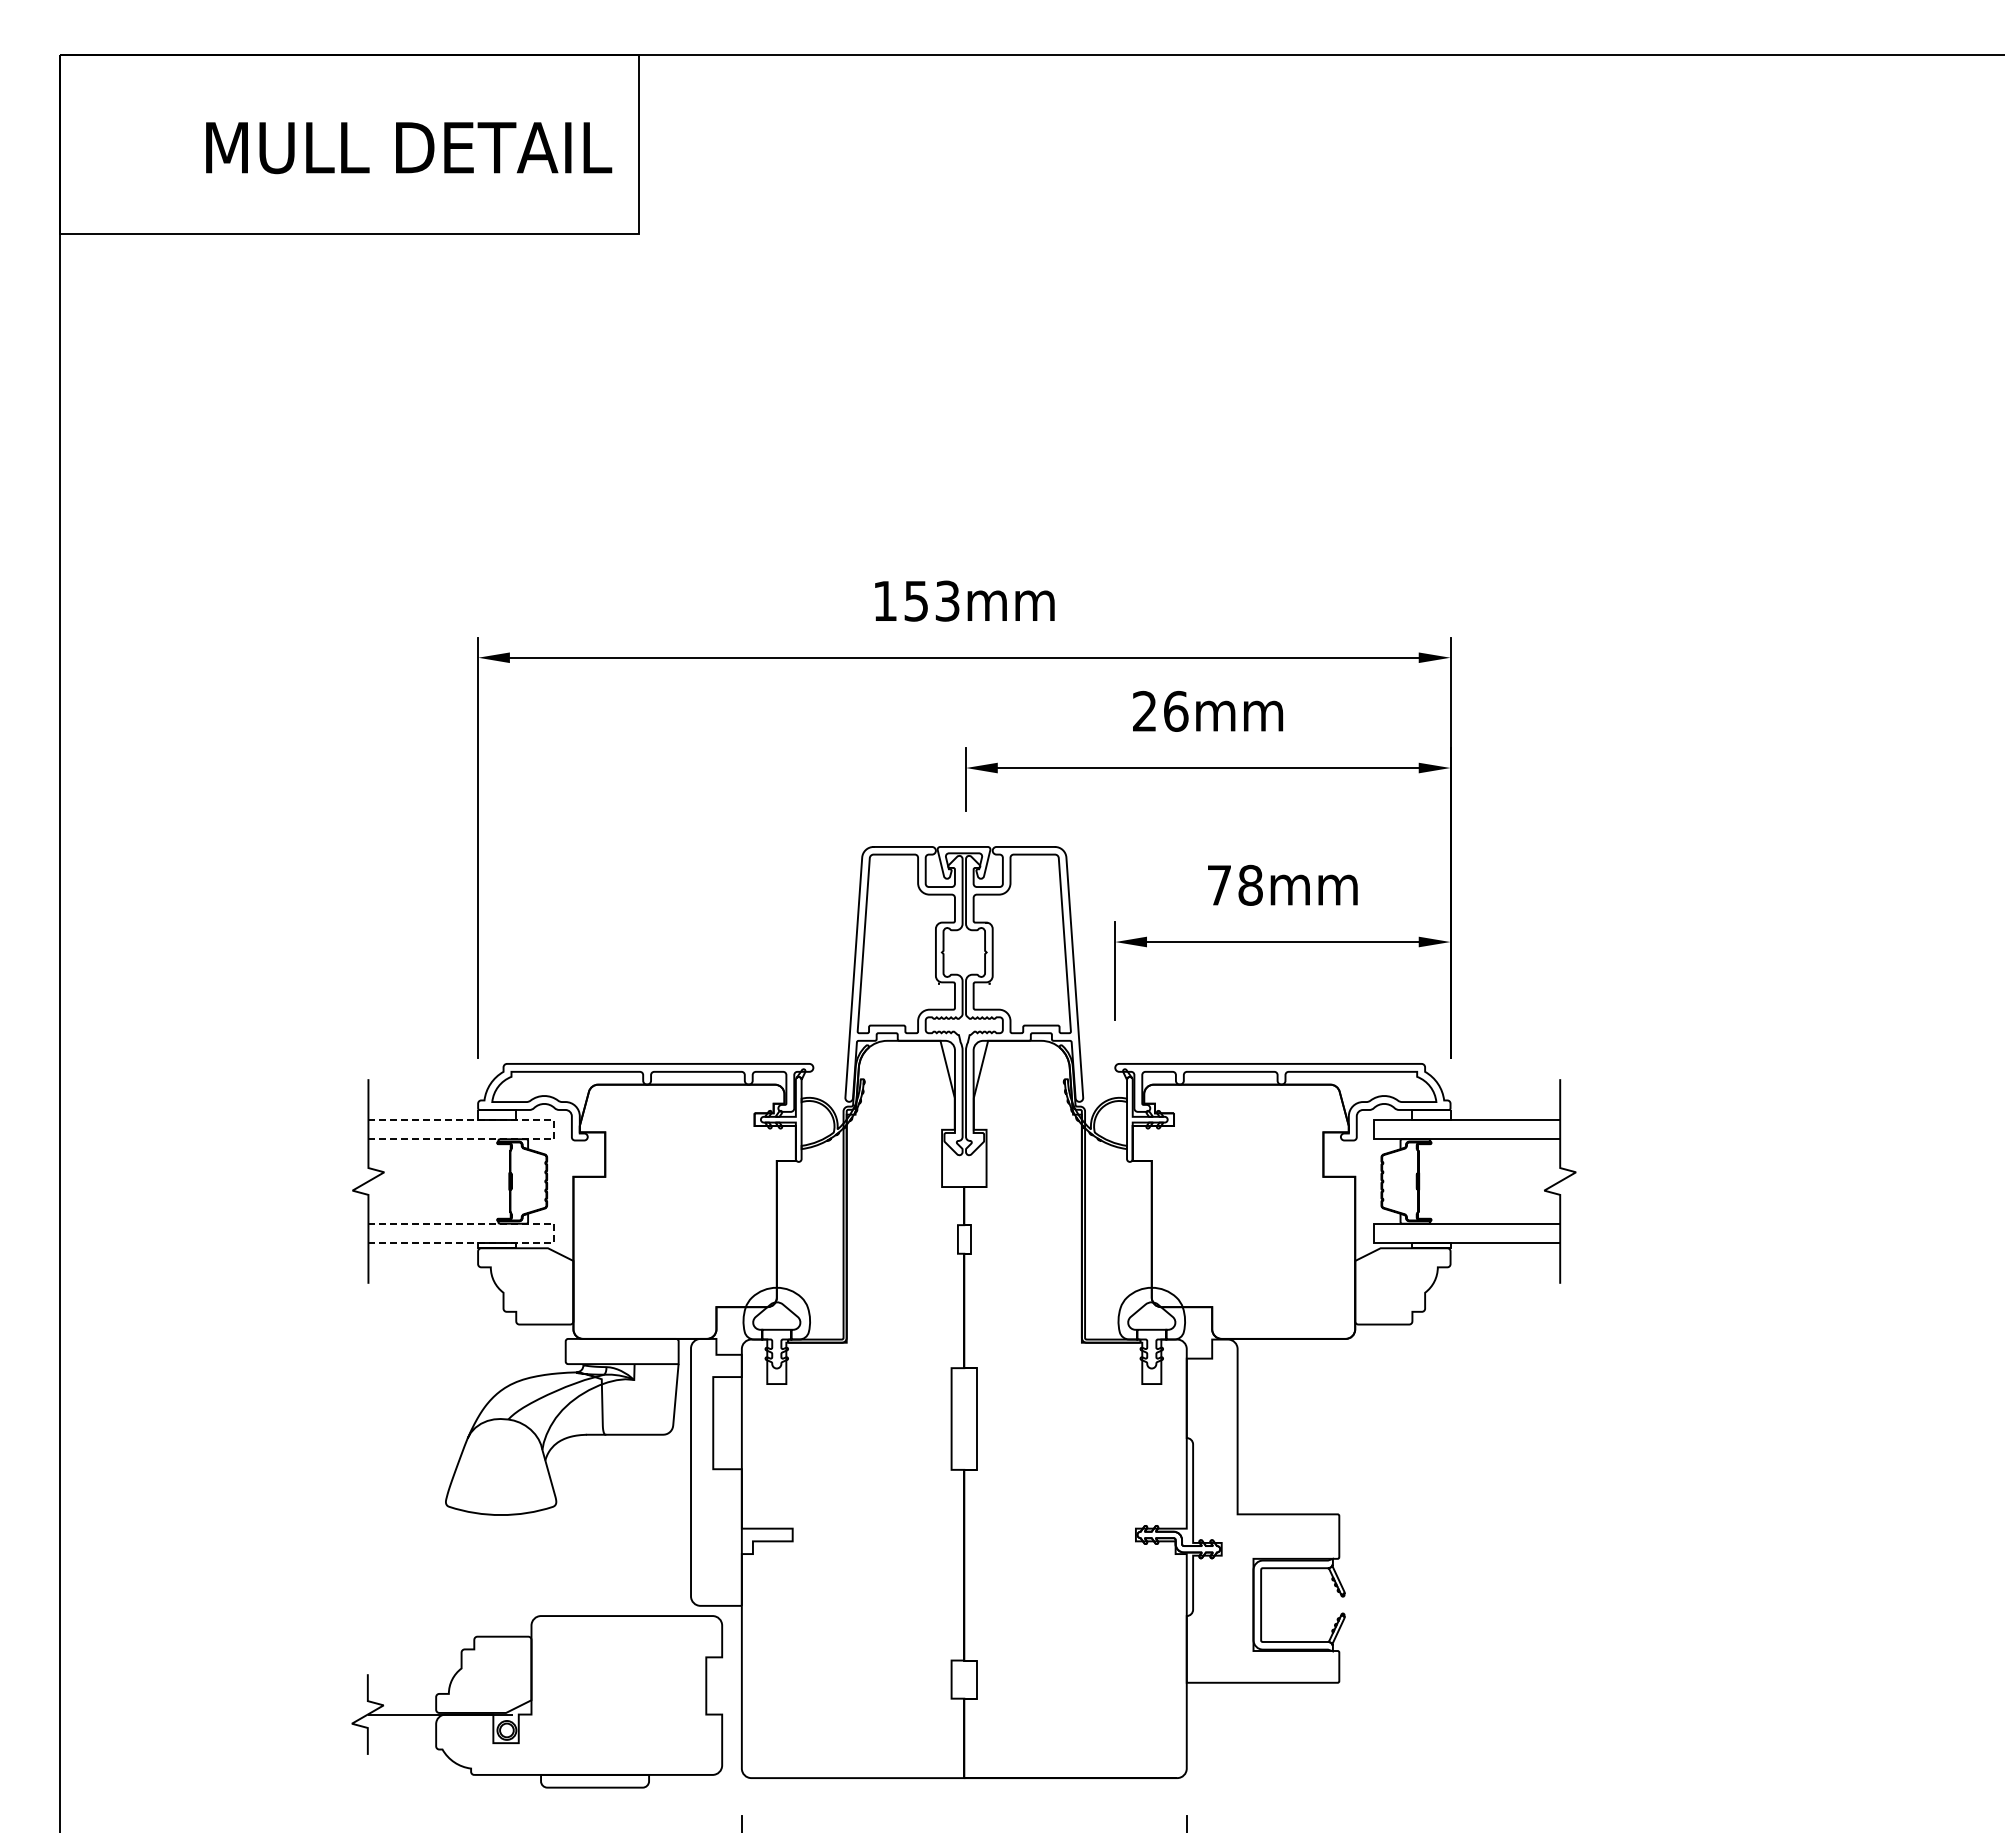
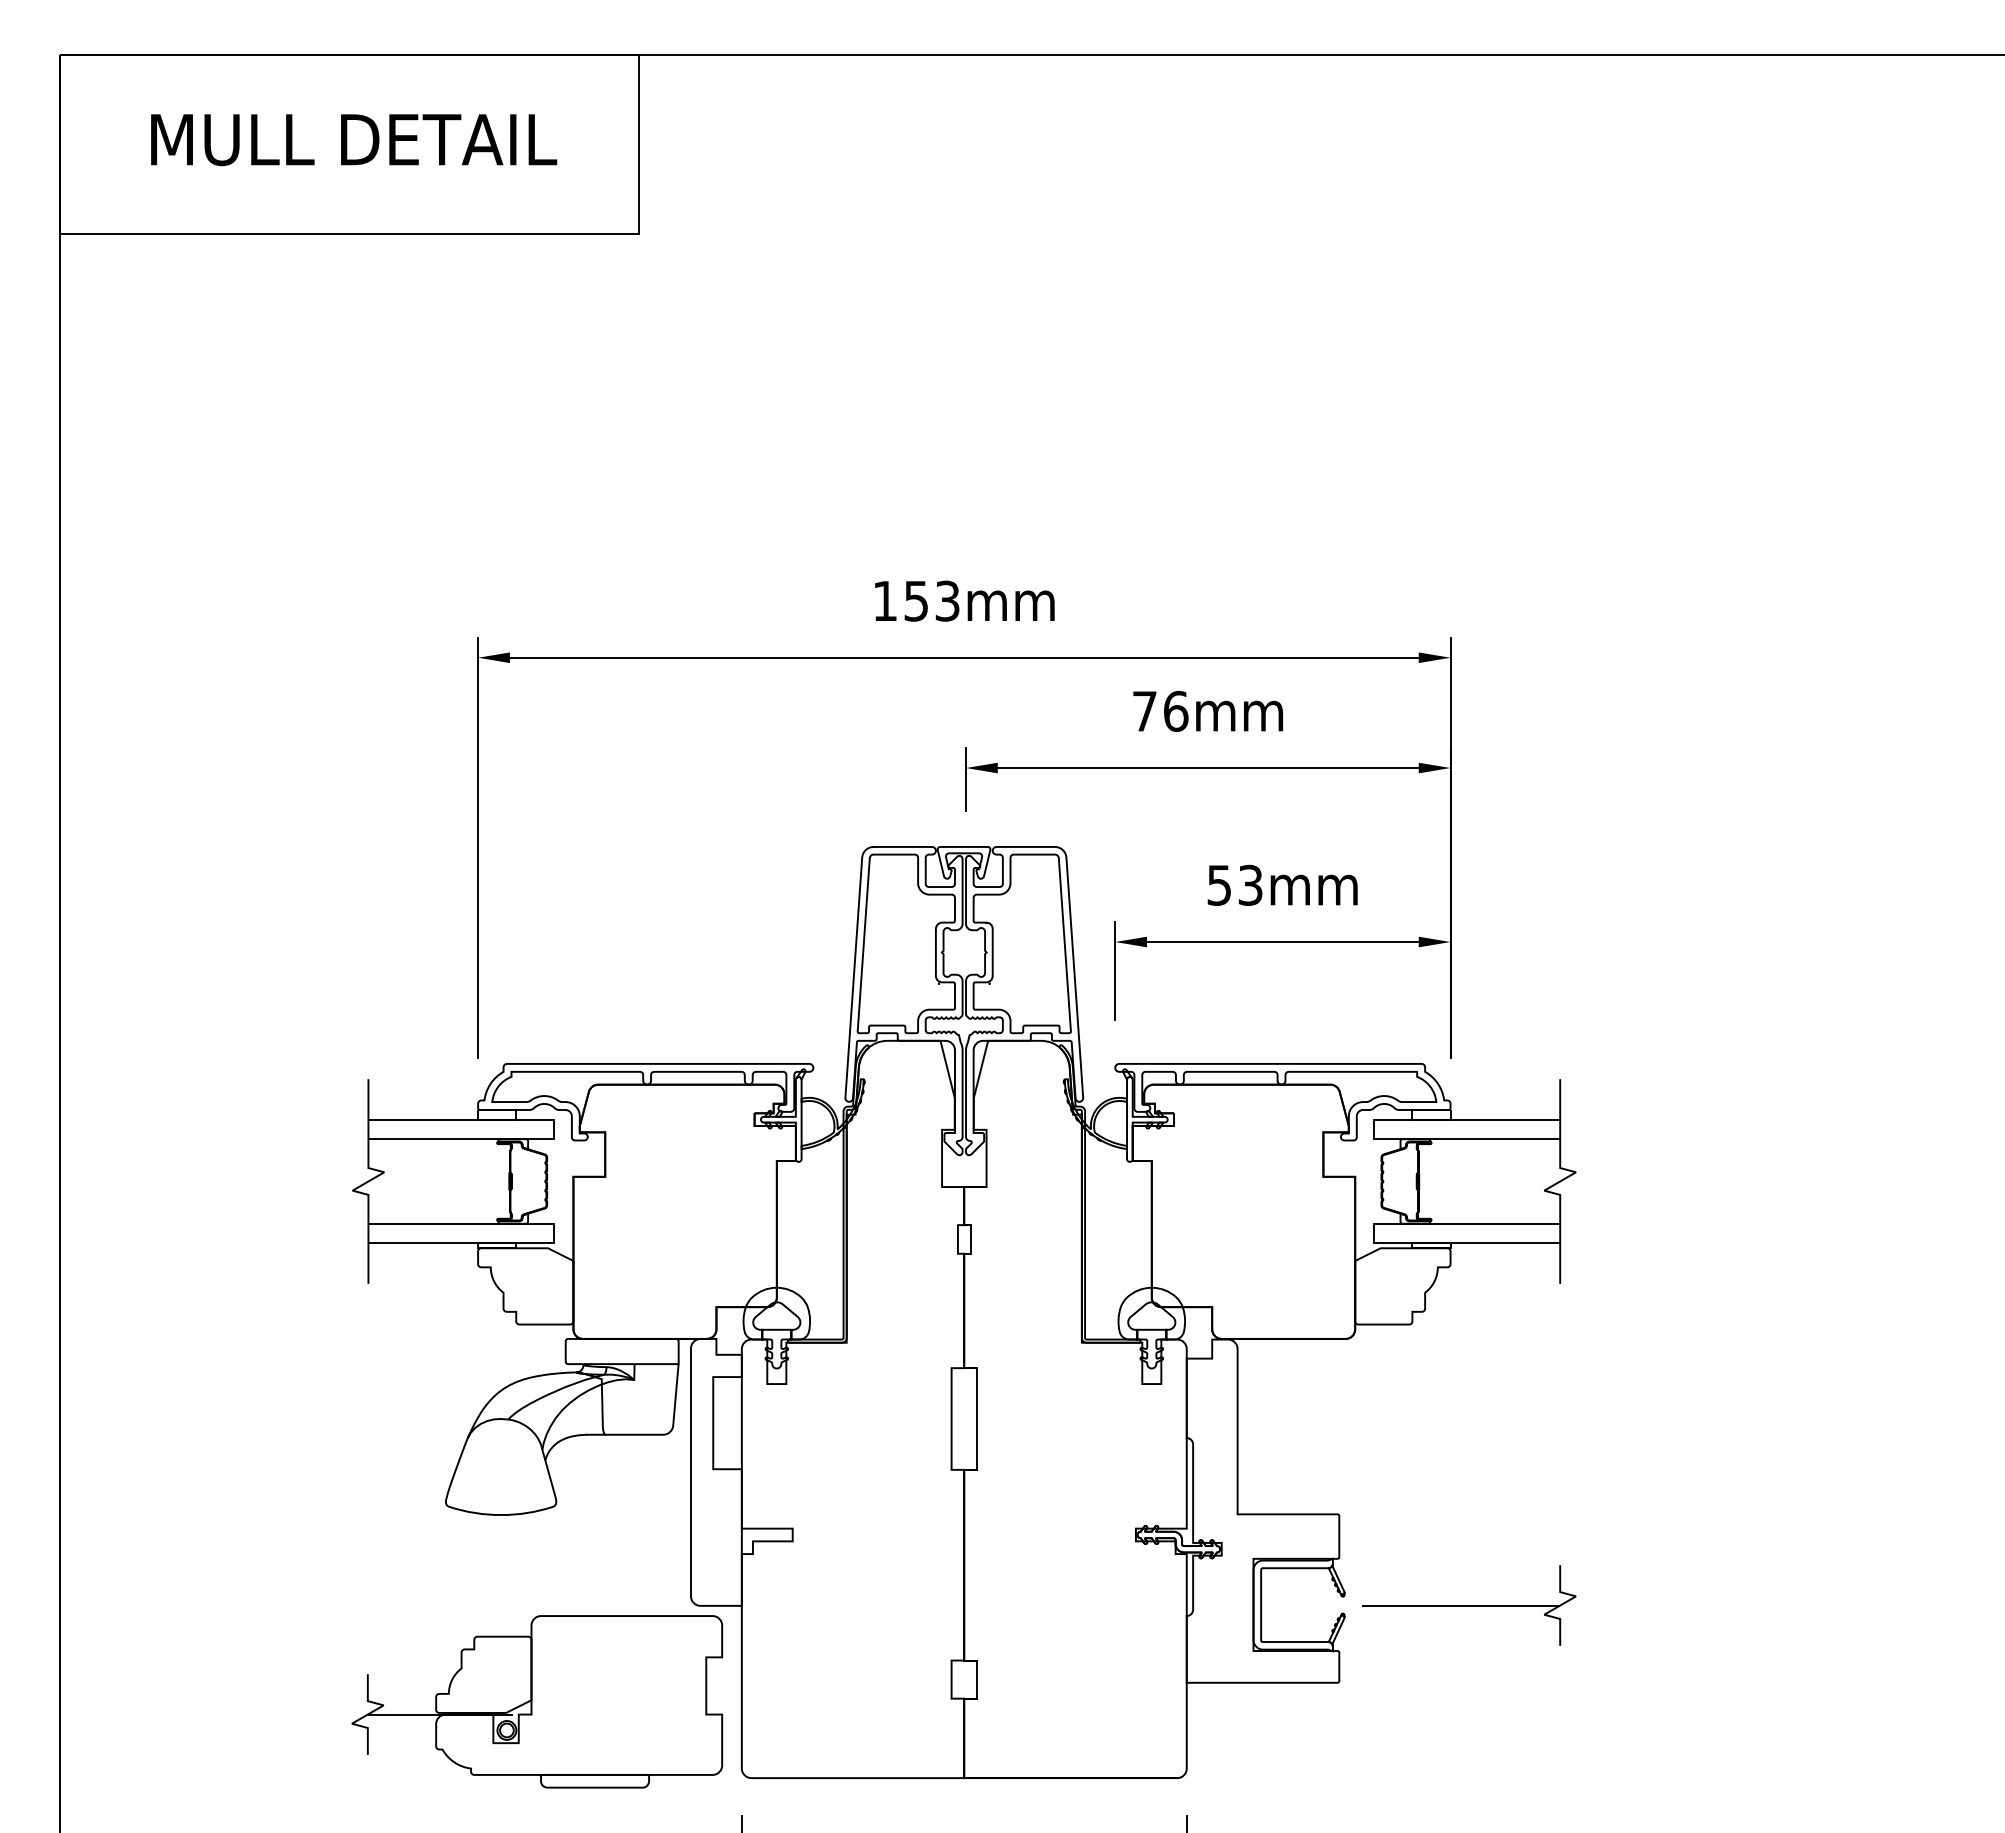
text at (409, 148) position: (409, 148) -> (354, 140)
text at (1144, 710): 26mm -> 76mm
text at (1234, 884): 78mm -> 53mm
line at (554, 1129): dashed -> solid
line at (554, 1233): dashed -> solid
part at (1469, 1605): none -> present
